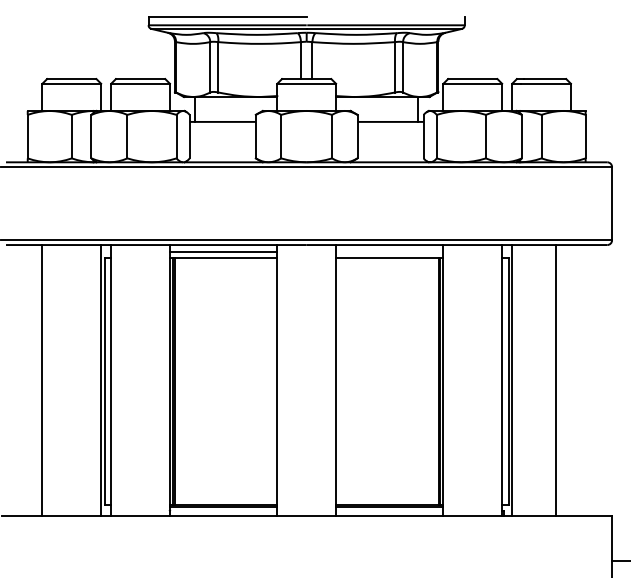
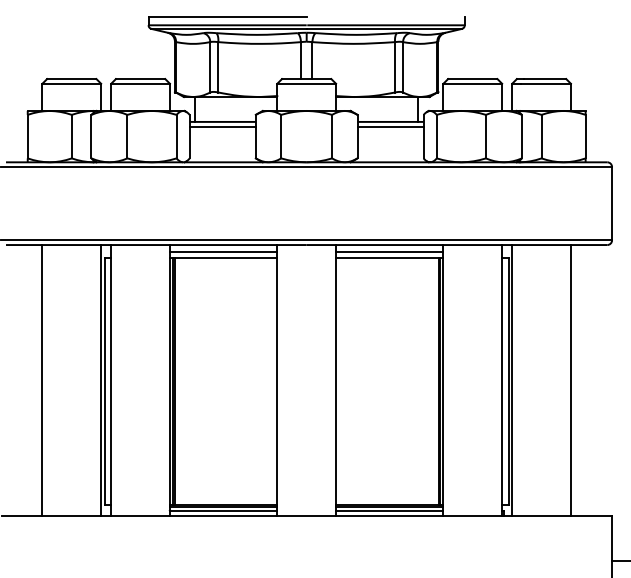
line at (222, 126): none -> present
line at (390, 126): none -> present
line at (389, 252): none -> present
line at (555, 380) position: (555, 380) -> (570, 380)
line at (223, 510): none -> present
line at (389, 510): none -> present
